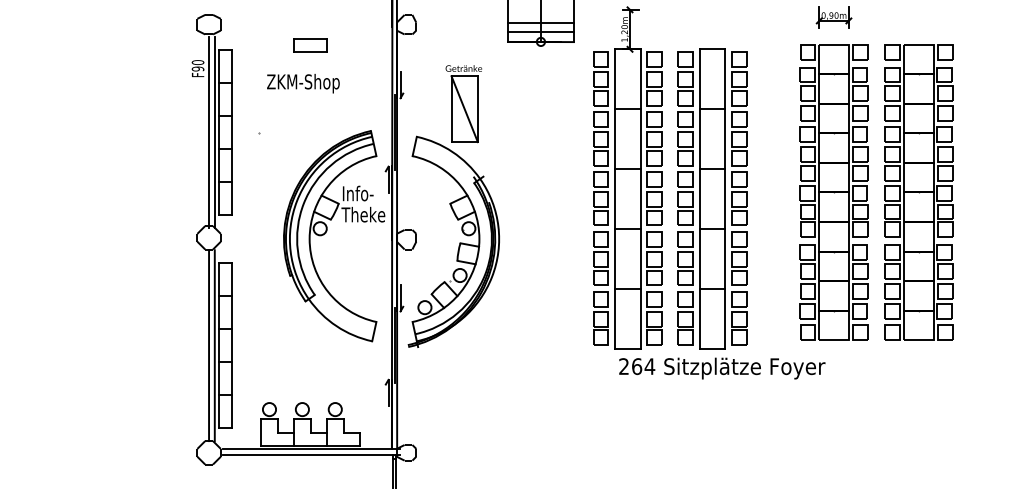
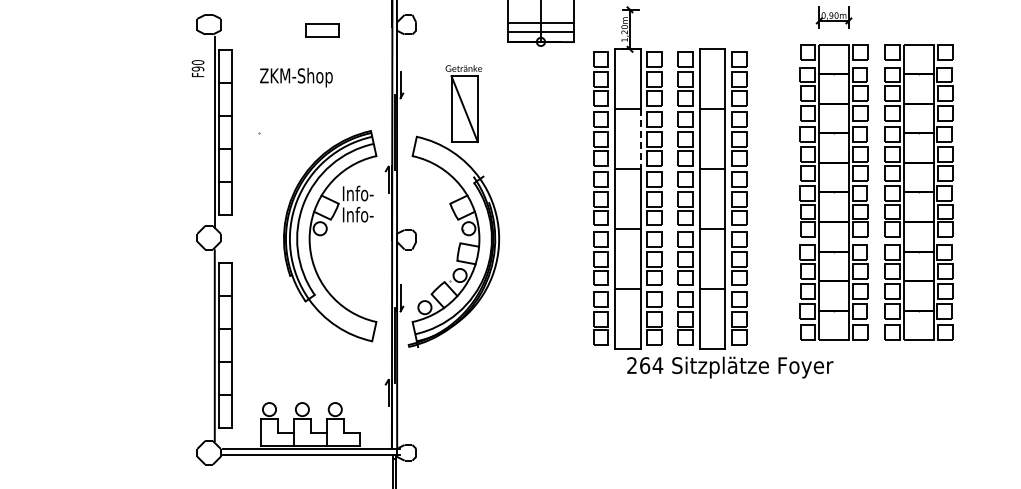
part at (310, 45) position: (310, 45) -> (322, 30)
text at (303, 83) position: (303, 83) -> (296, 77)
line at (209, 132): present -> none
line at (640, 139): solid -> dashed
text at (363, 214): Theke -> Info-
line at (209, 345): present -> none
text at (722, 368) position: (722, 368) -> (730, 367)
